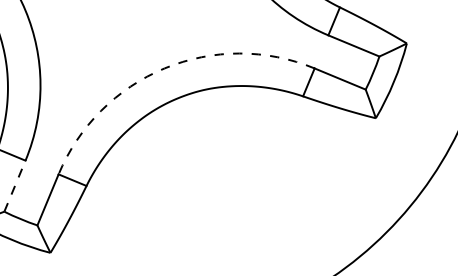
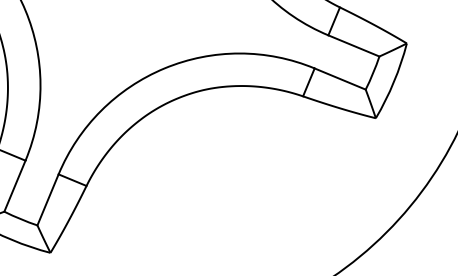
arc at (164, 68): dashed -> solid
line at (14, 186): dashed -> solid
